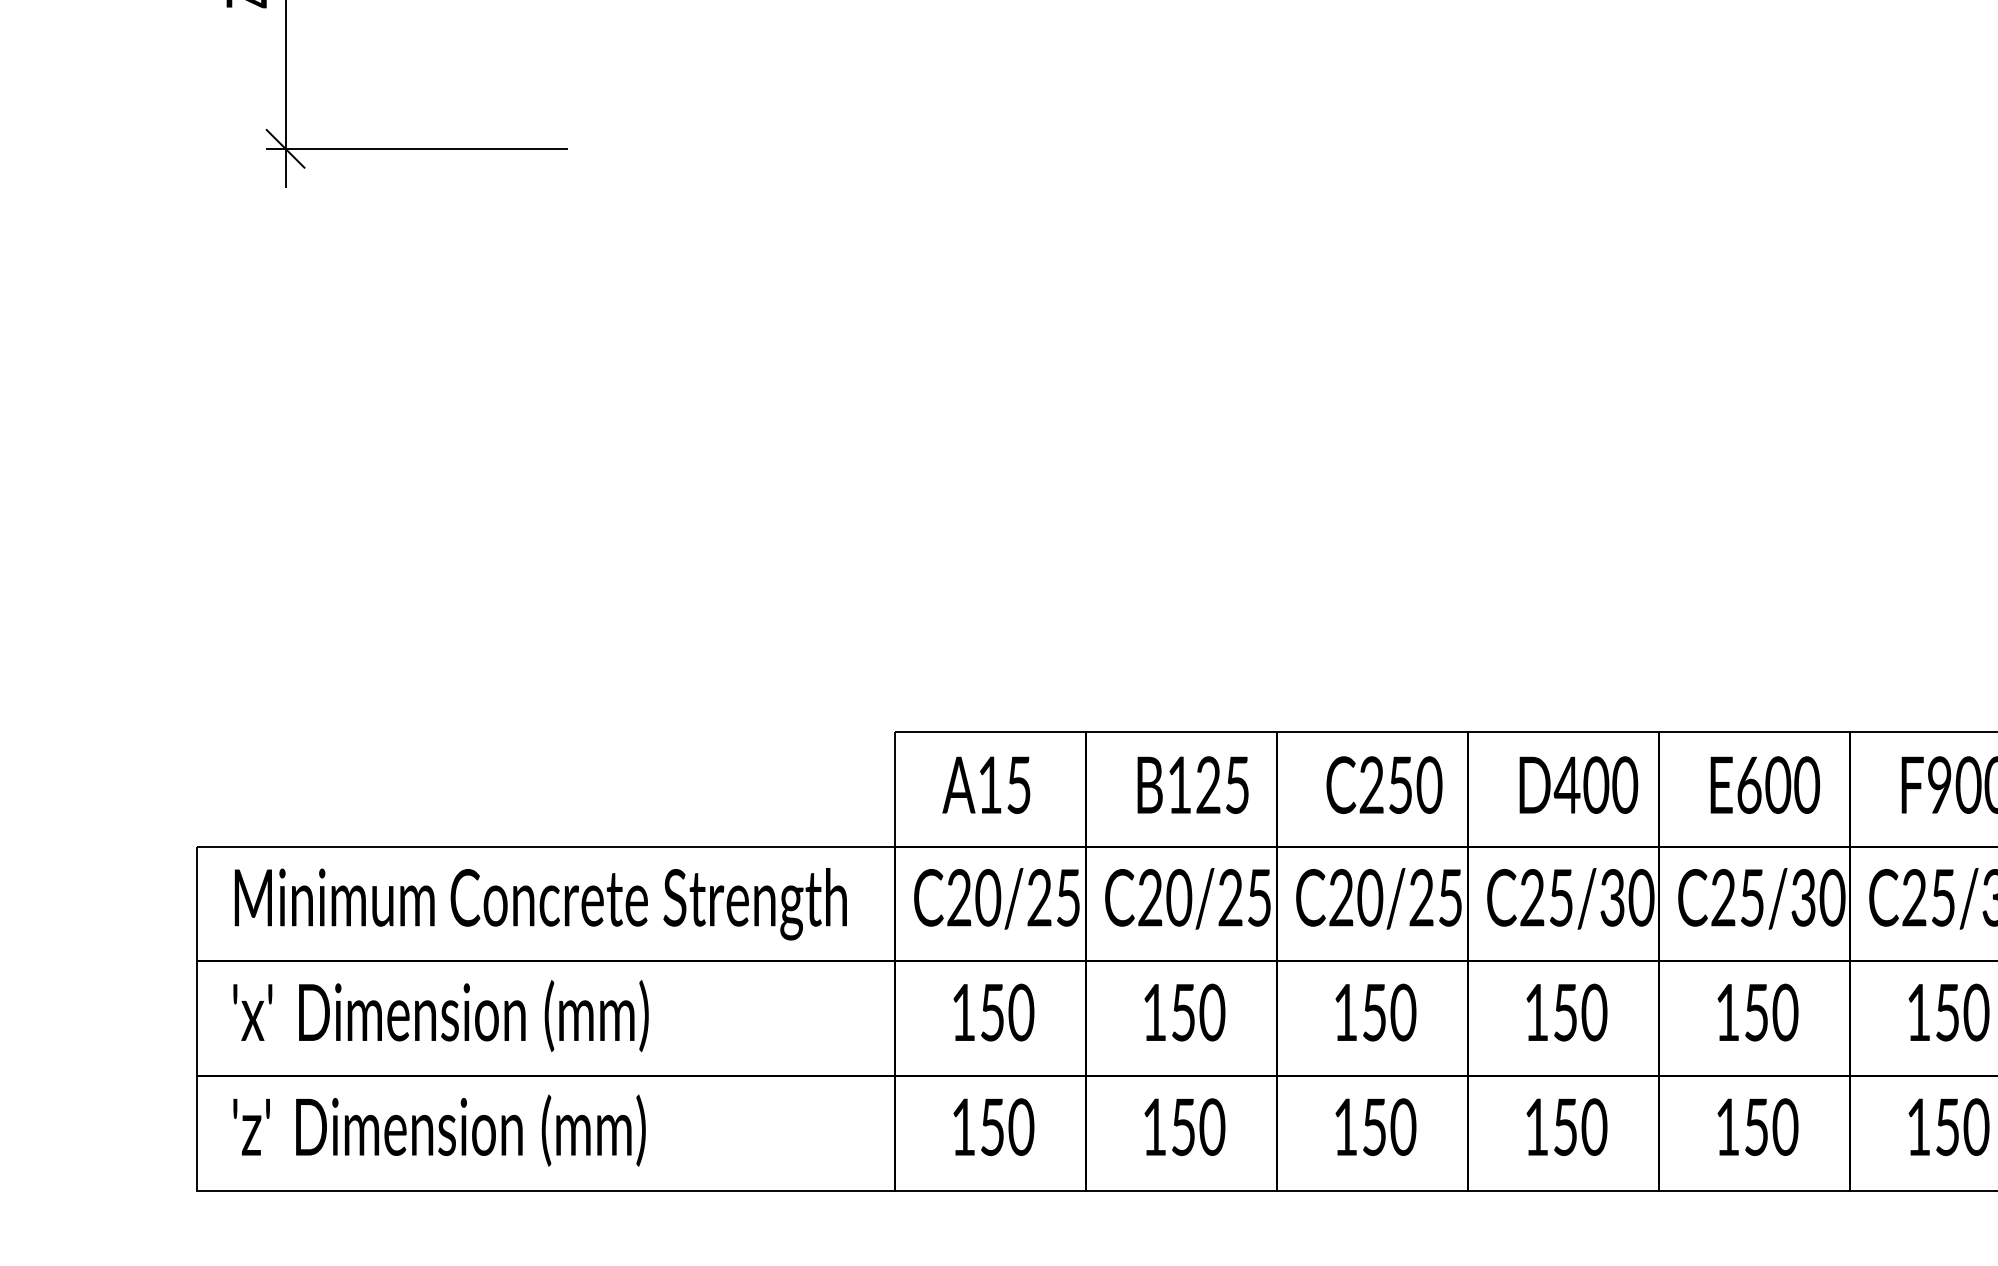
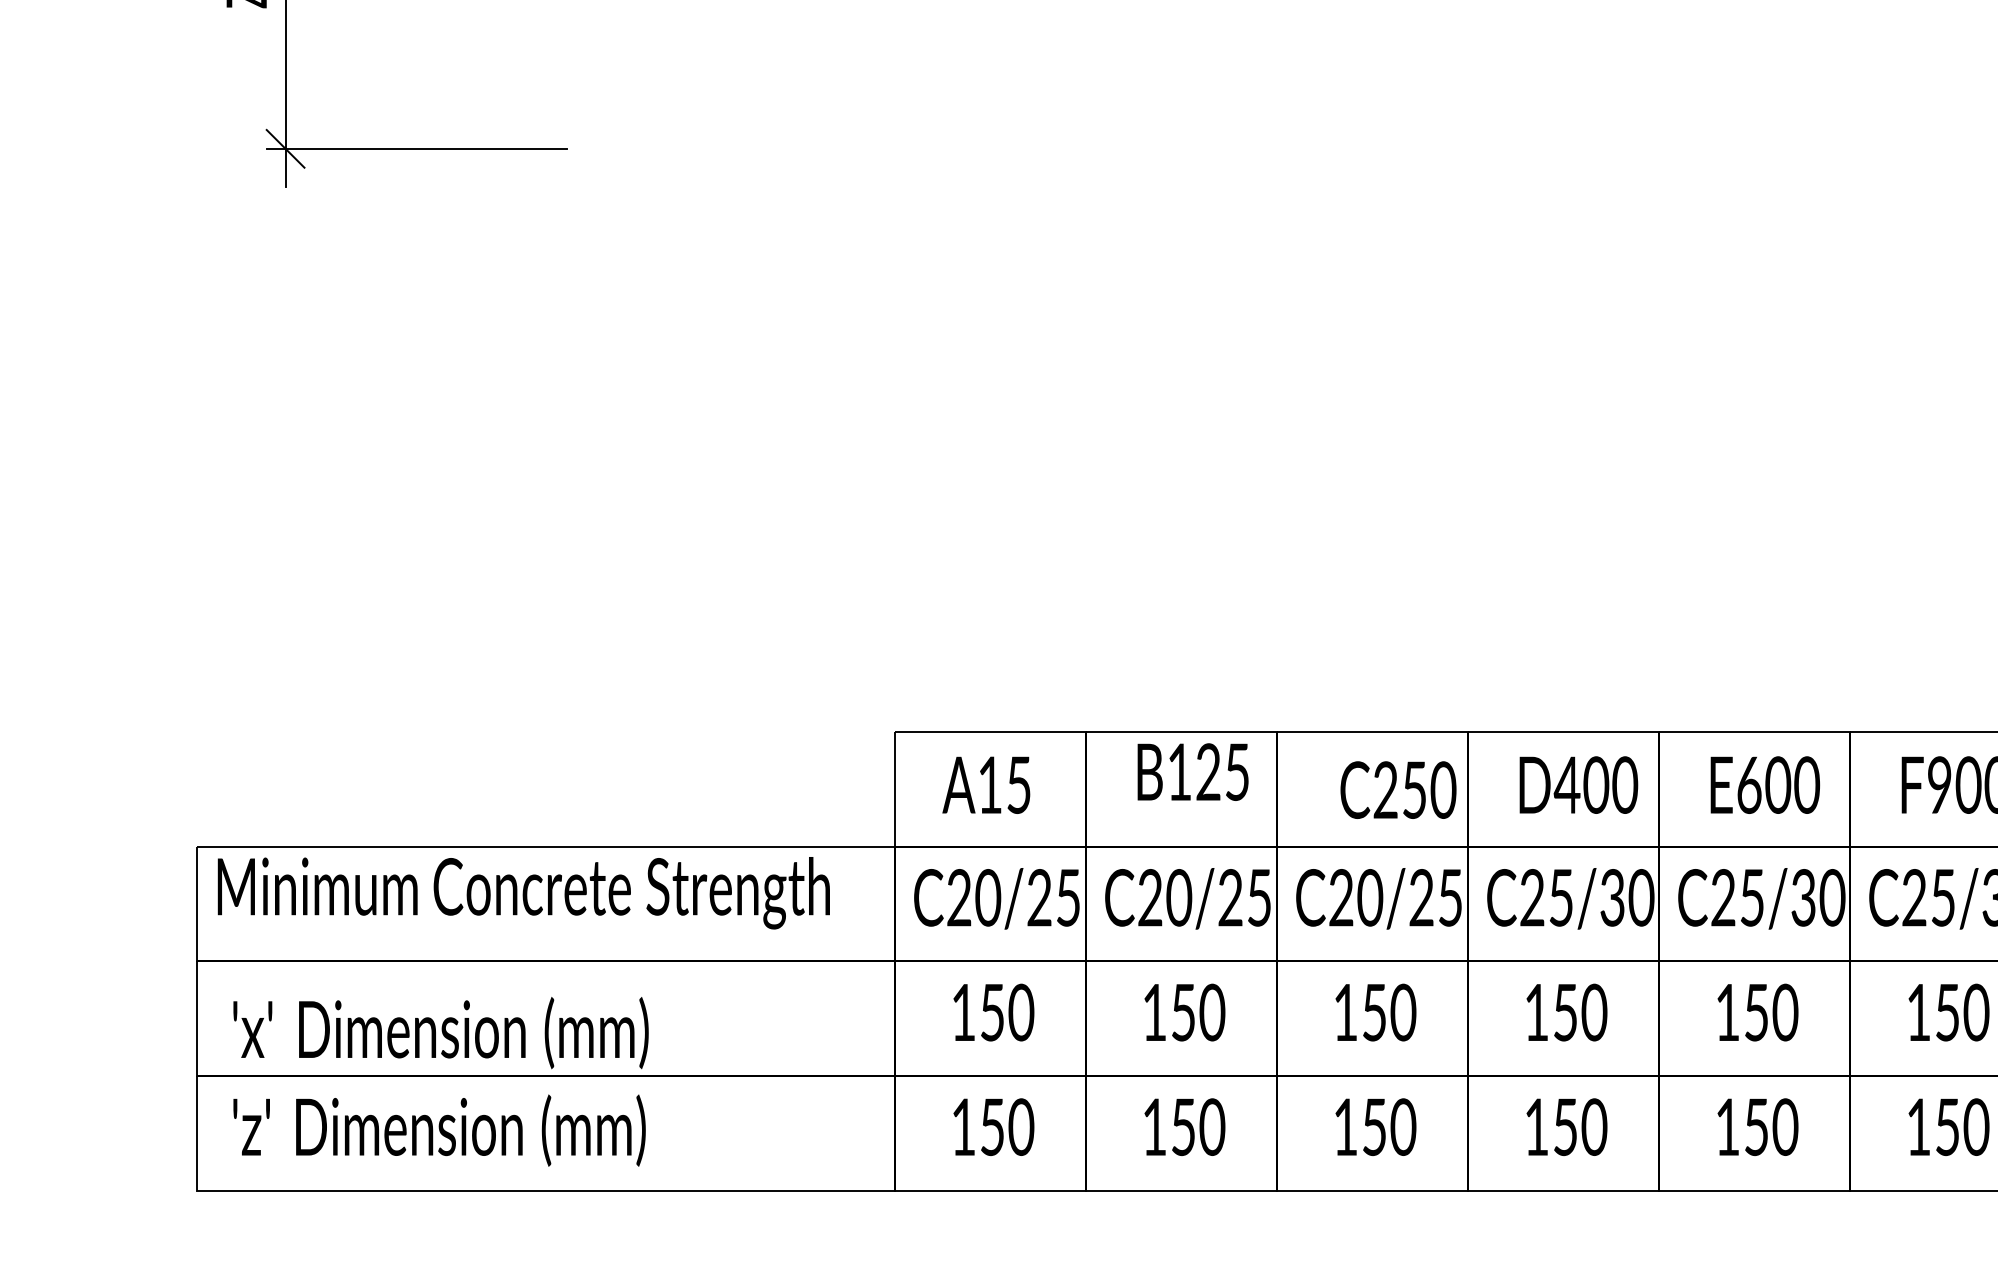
text at (1192, 784) position: (1192, 784) -> (1192, 771)
text at (1384, 784) position: (1384, 784) -> (1398, 789)
text at (540, 904) position: (540, 904) -> (523, 893)
text at (440, 1016) position: (440, 1016) -> (440, 1033)
